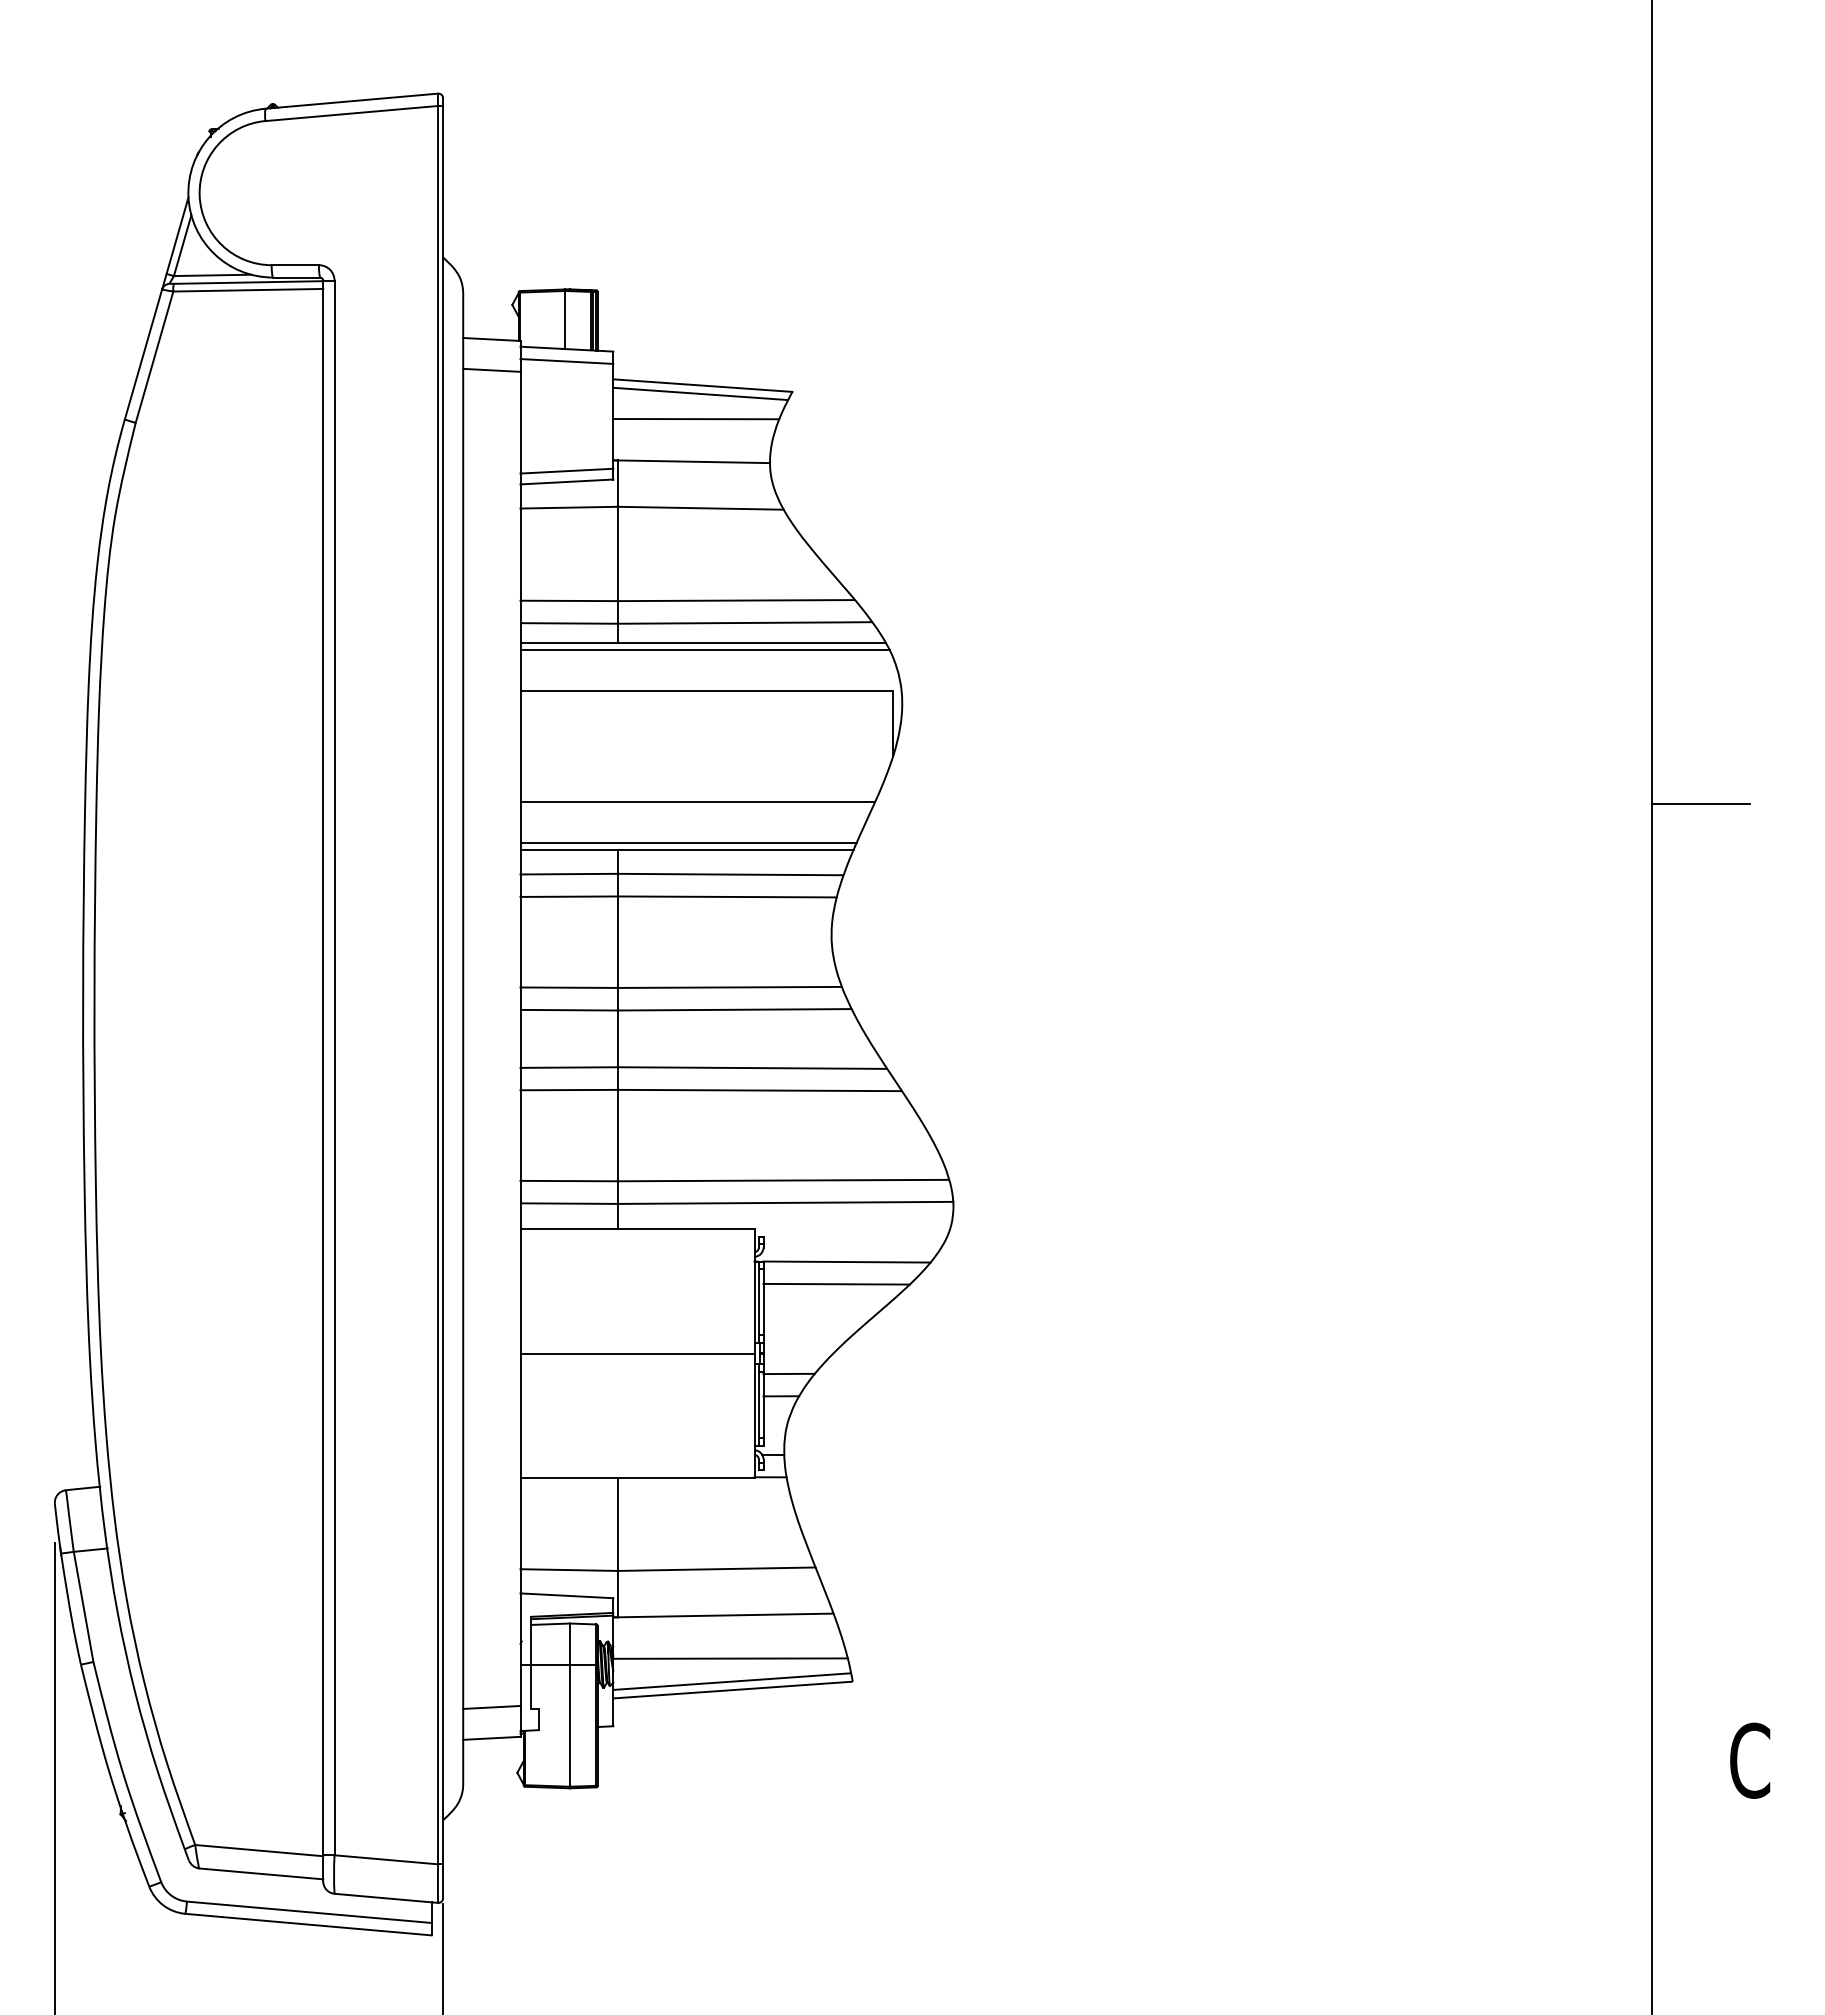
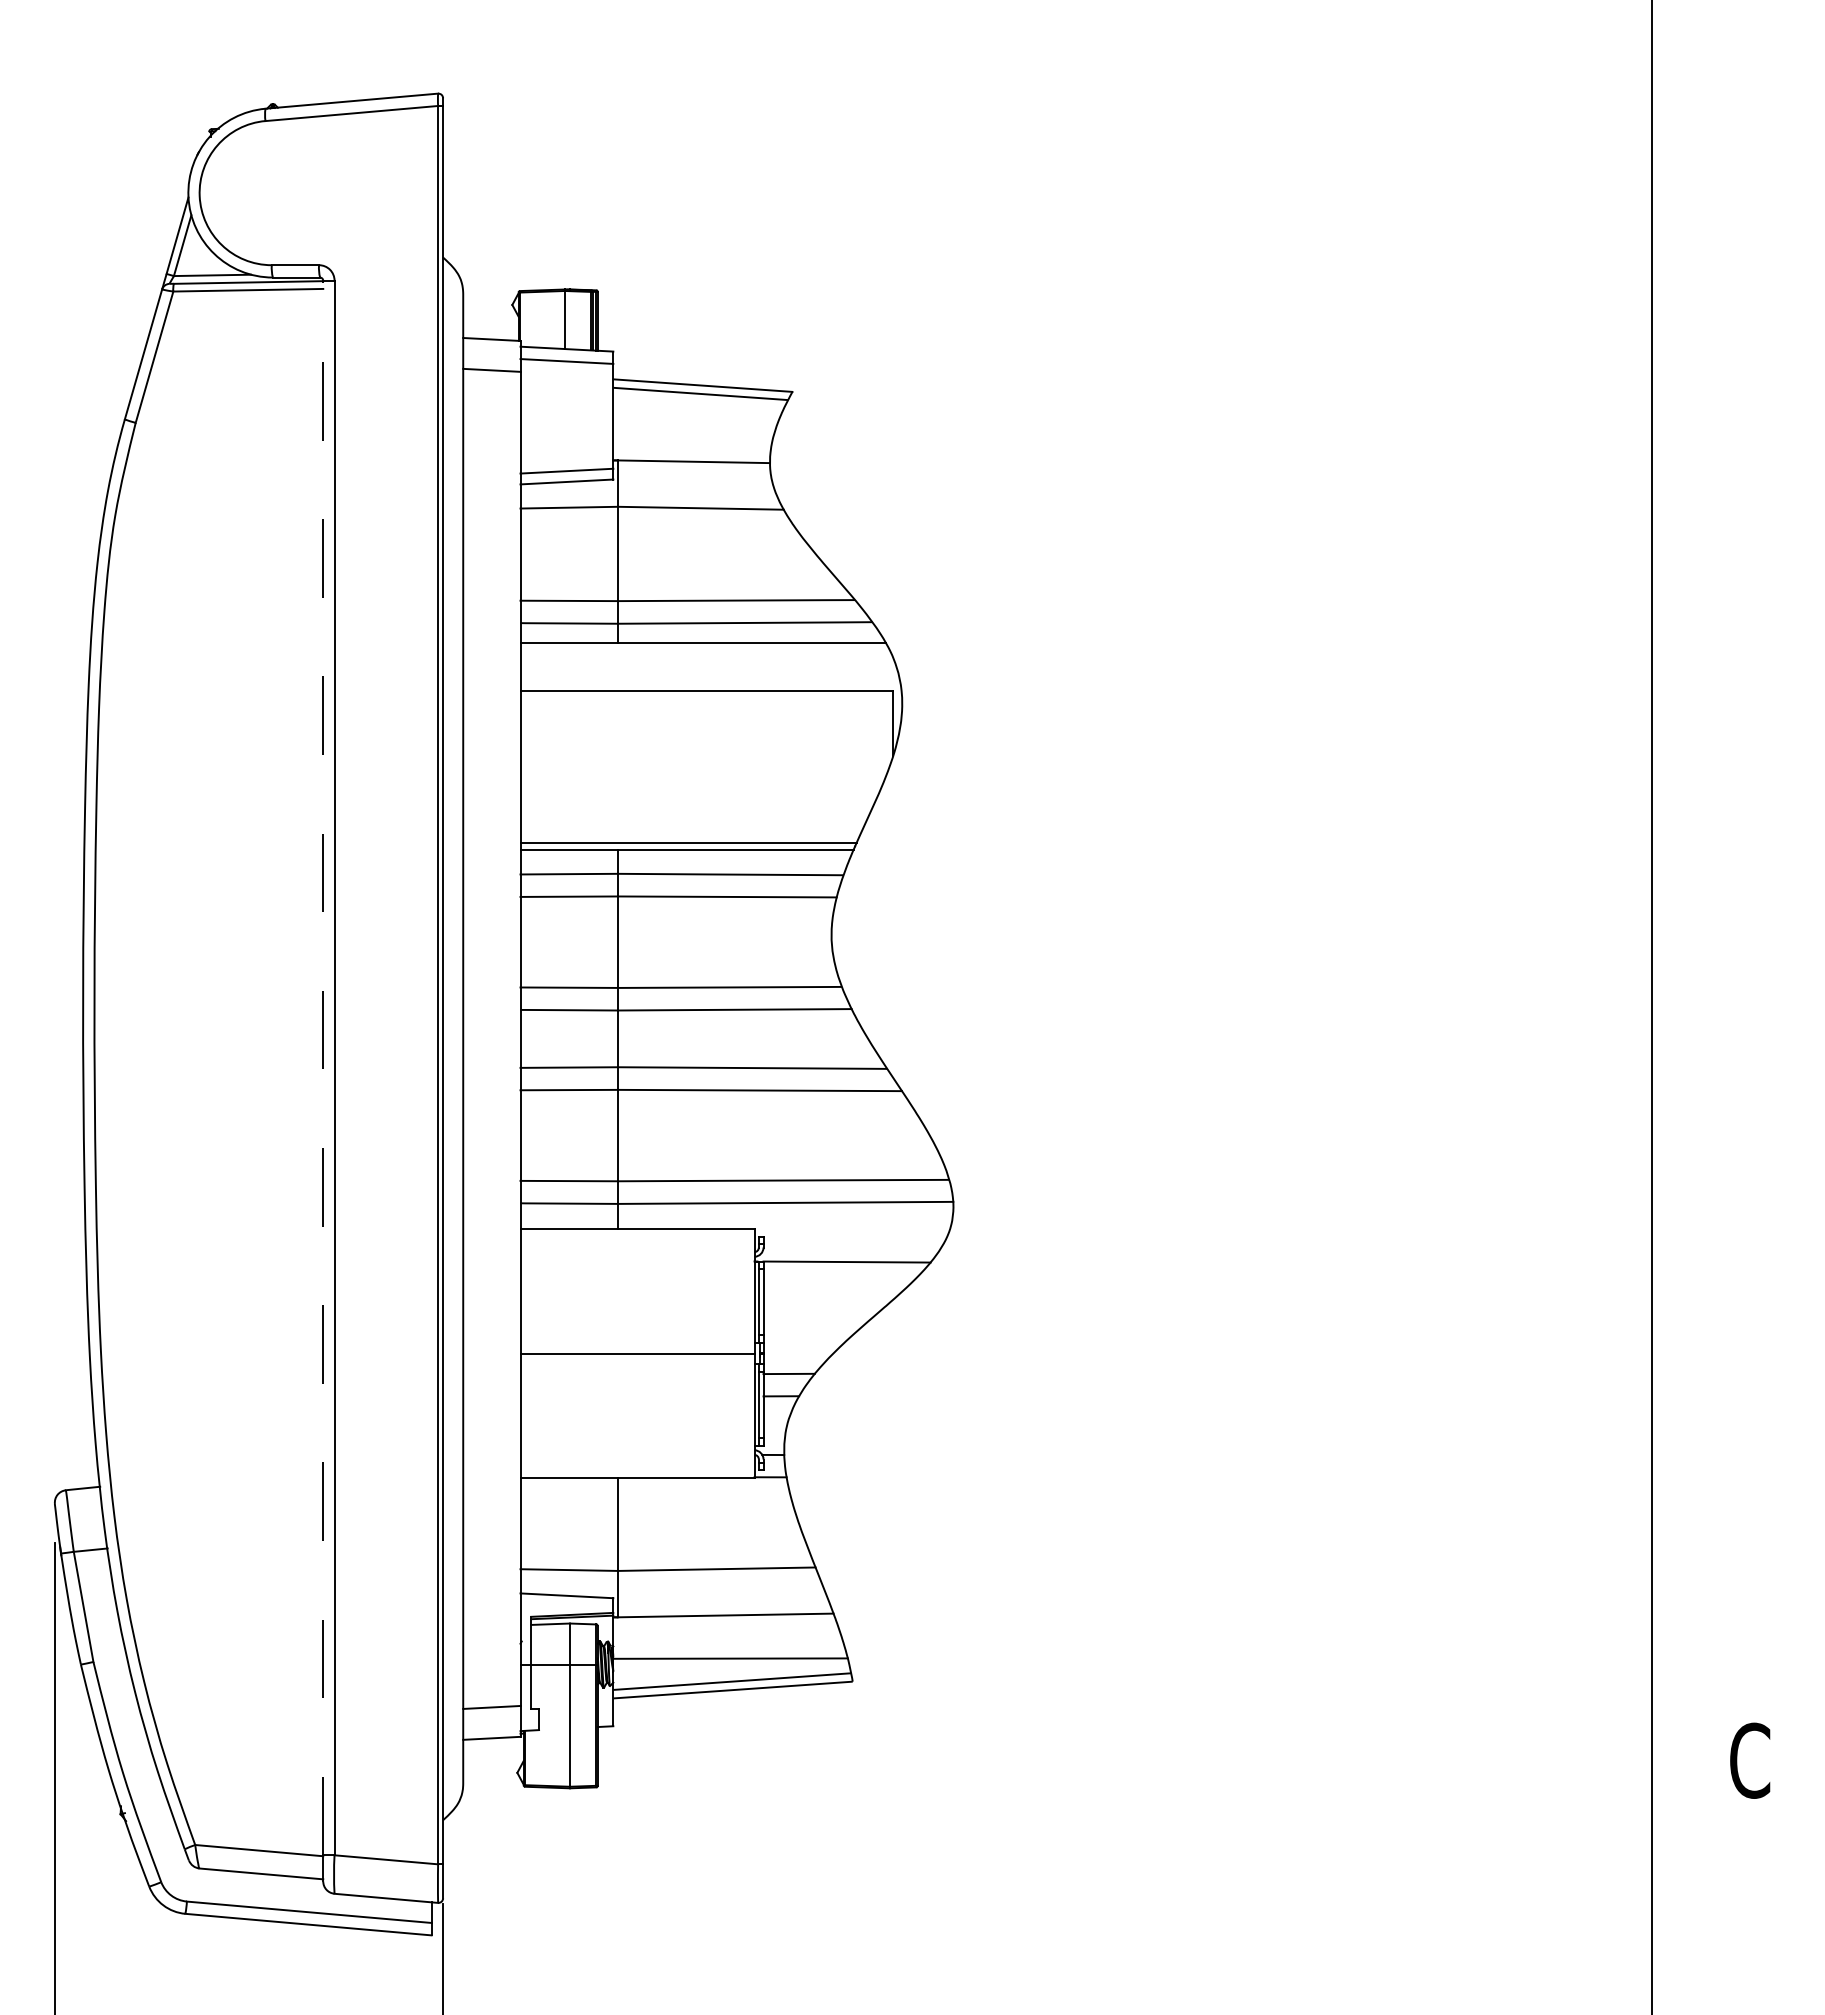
line at (696, 419): present -> none
line at (704, 650): present -> none
line at (697, 801): present -> none
line at (1700, 804): present -> none
line at (323, 1067): solid -> dashed
line at (836, 1283): present -> none
